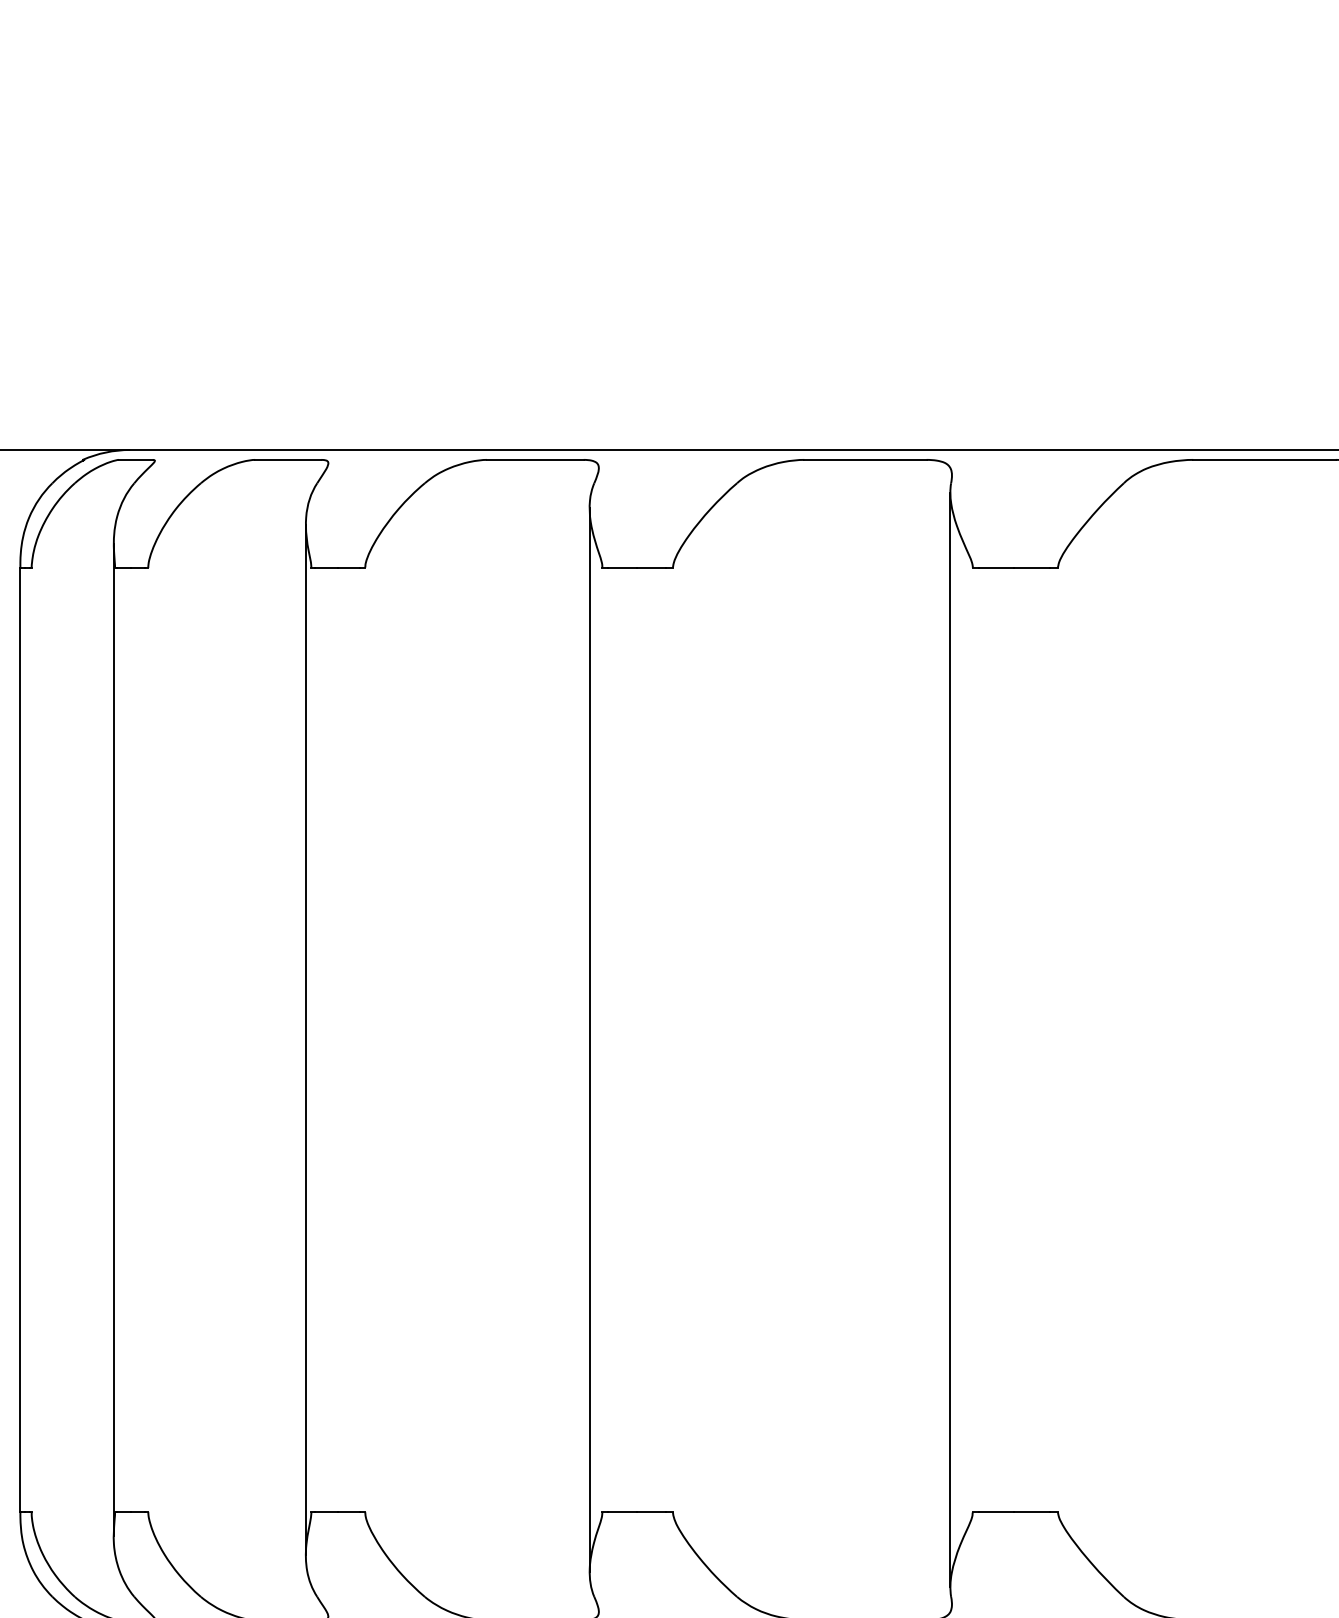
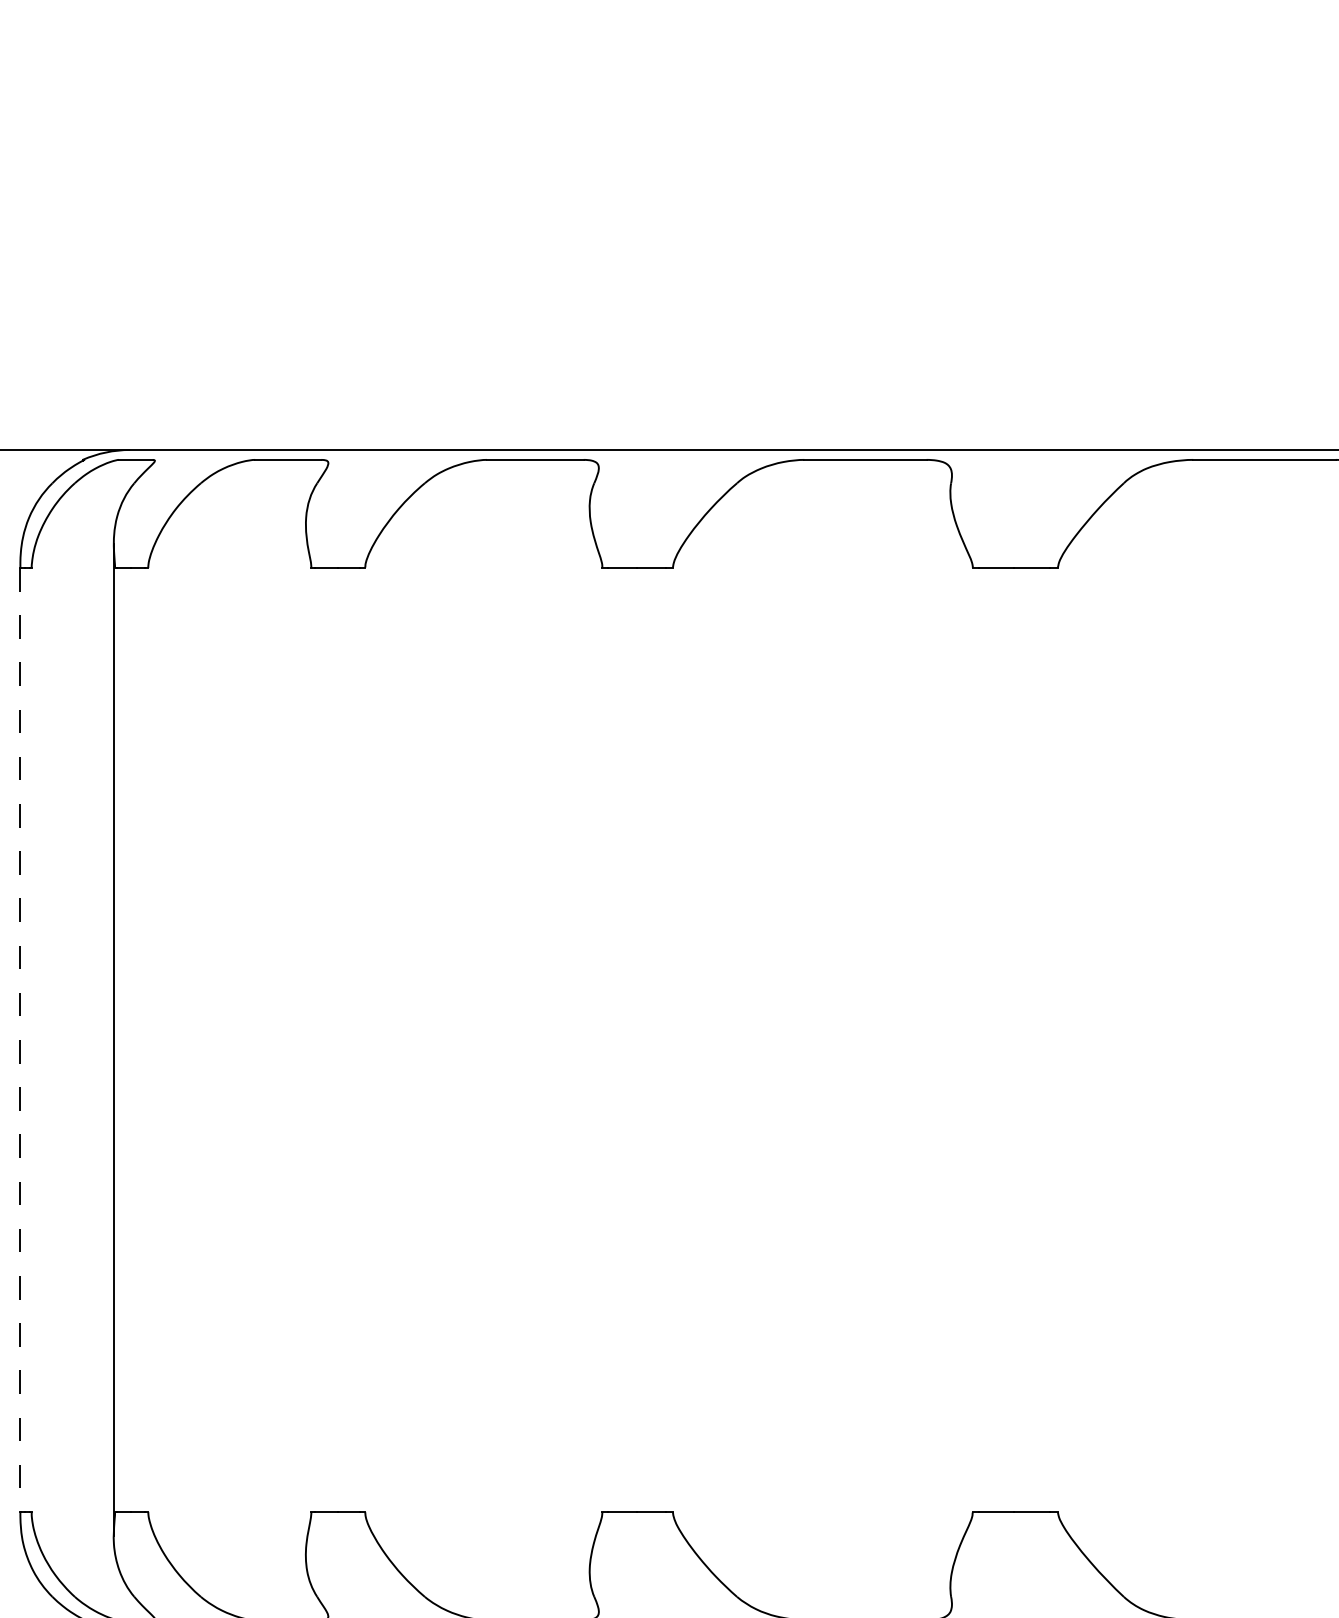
line at (20, 1039): solid -> dashed
line at (305, 1039): present -> none
line at (589, 1039): present -> none
line at (950, 1039): present -> none
